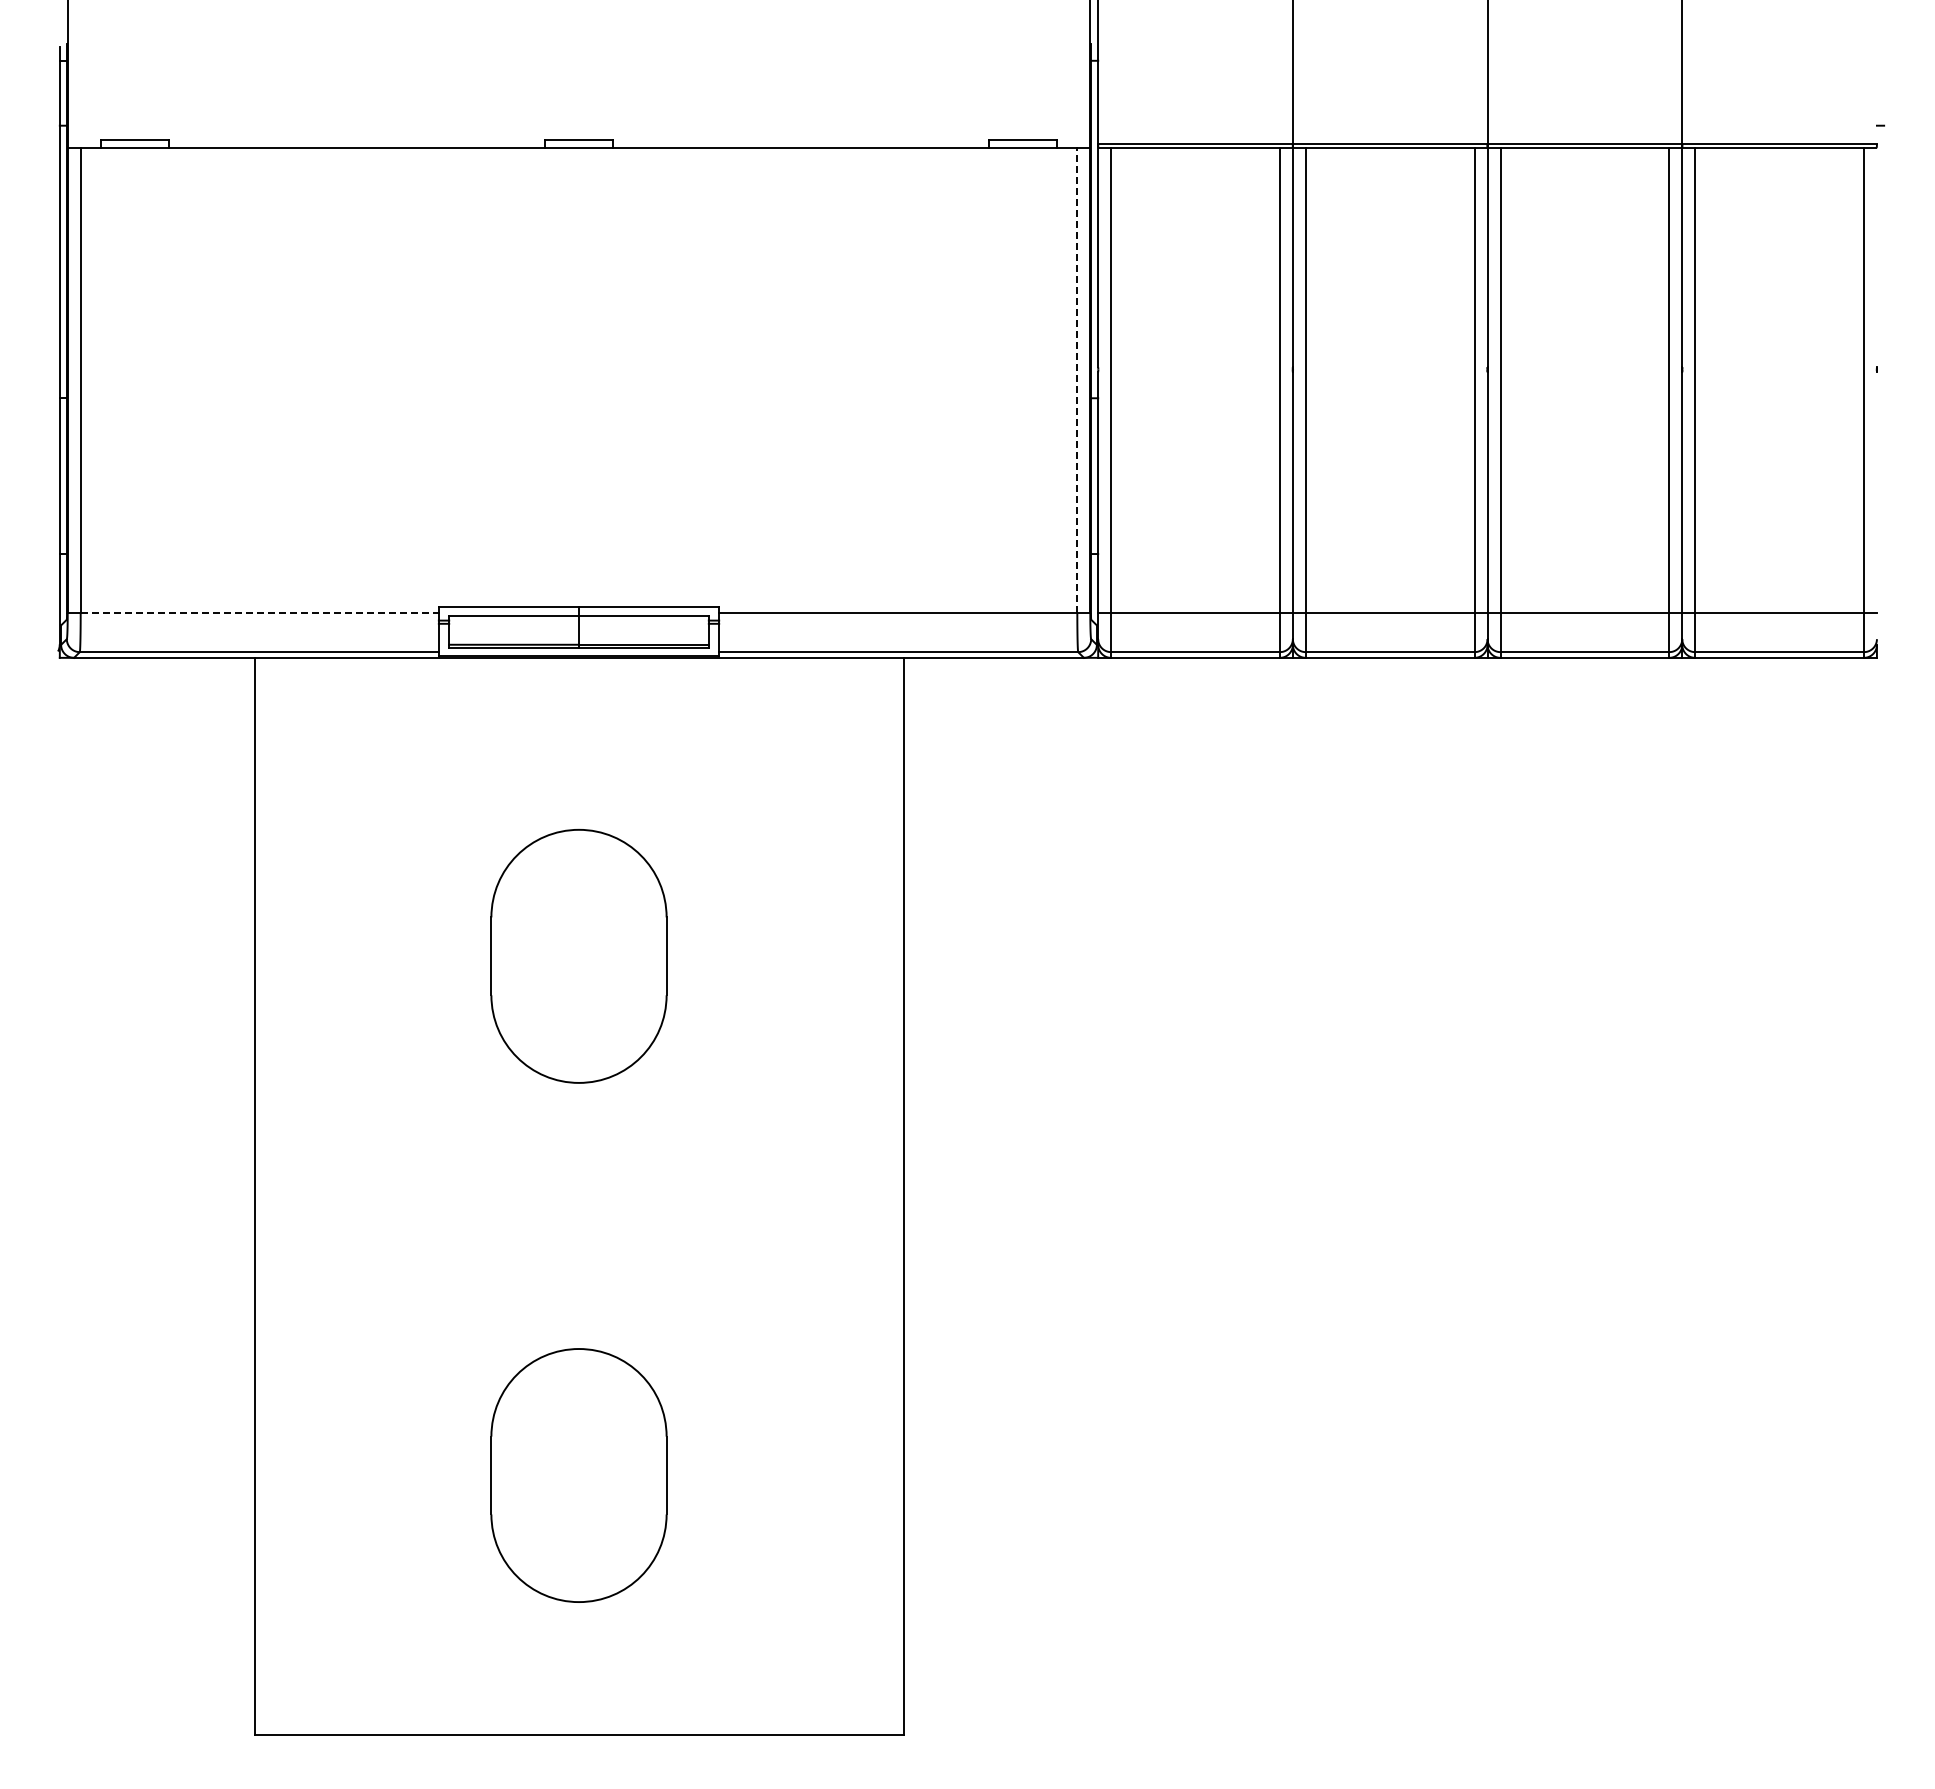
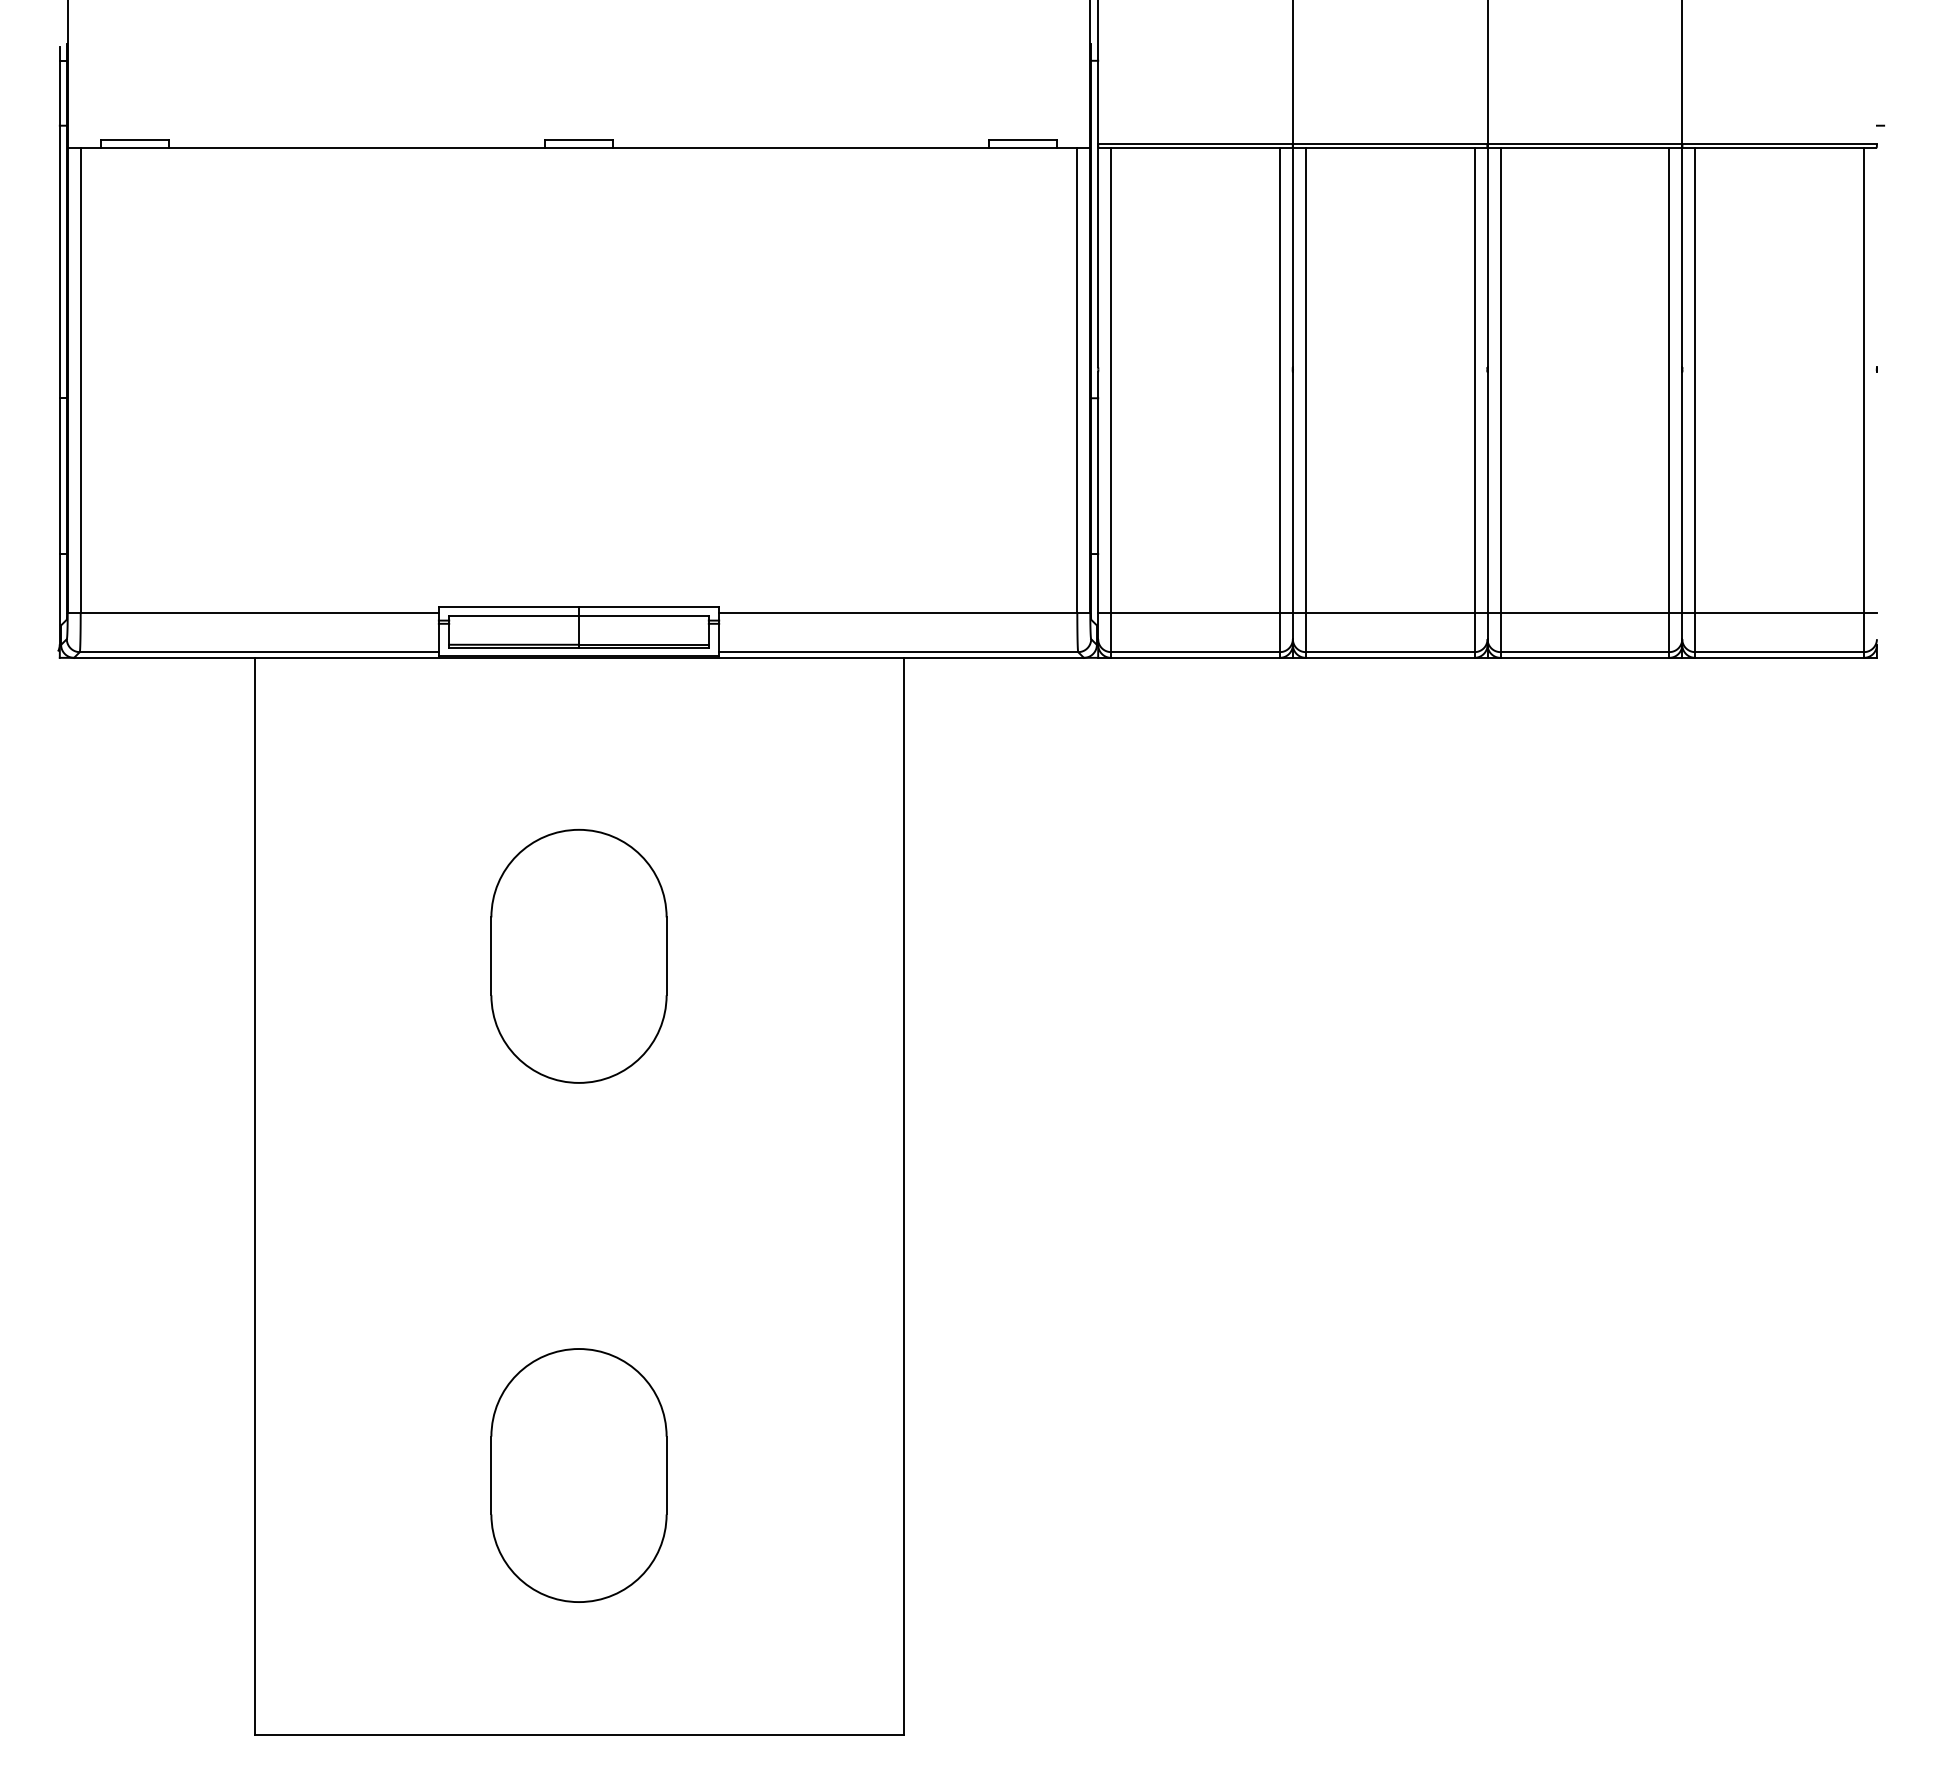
line at (1077, 380): dashed -> solid
line at (260, 613): dashed -> solid
